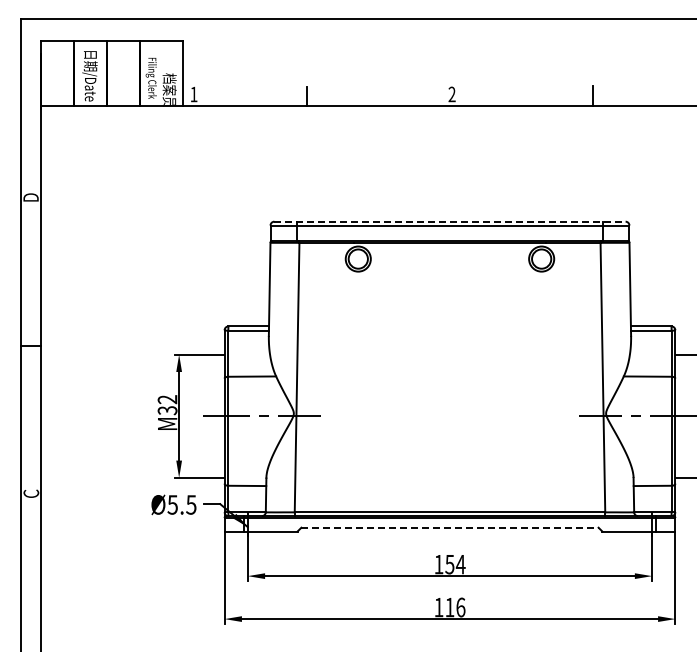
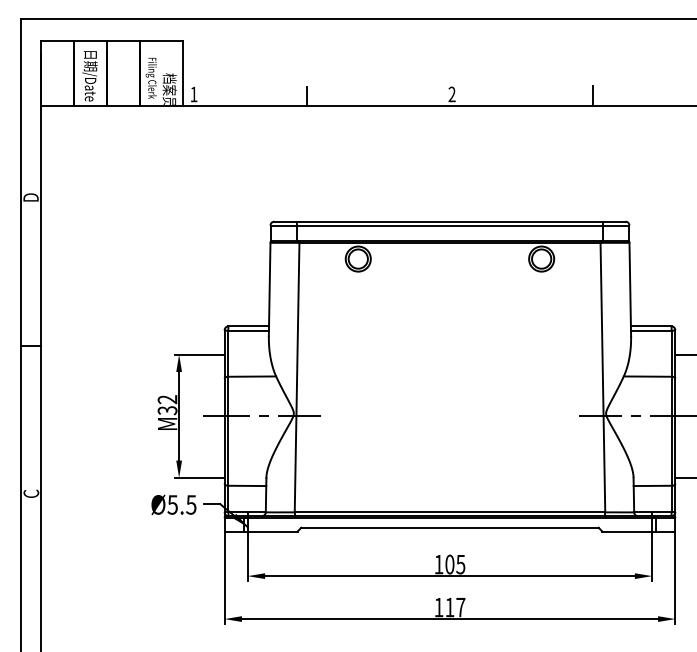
line at (449, 221): dashed -> solid
line at (450, 527): dashed -> solid
text at (455, 564): 154 -> 105
text at (460, 607): 116 -> 117
